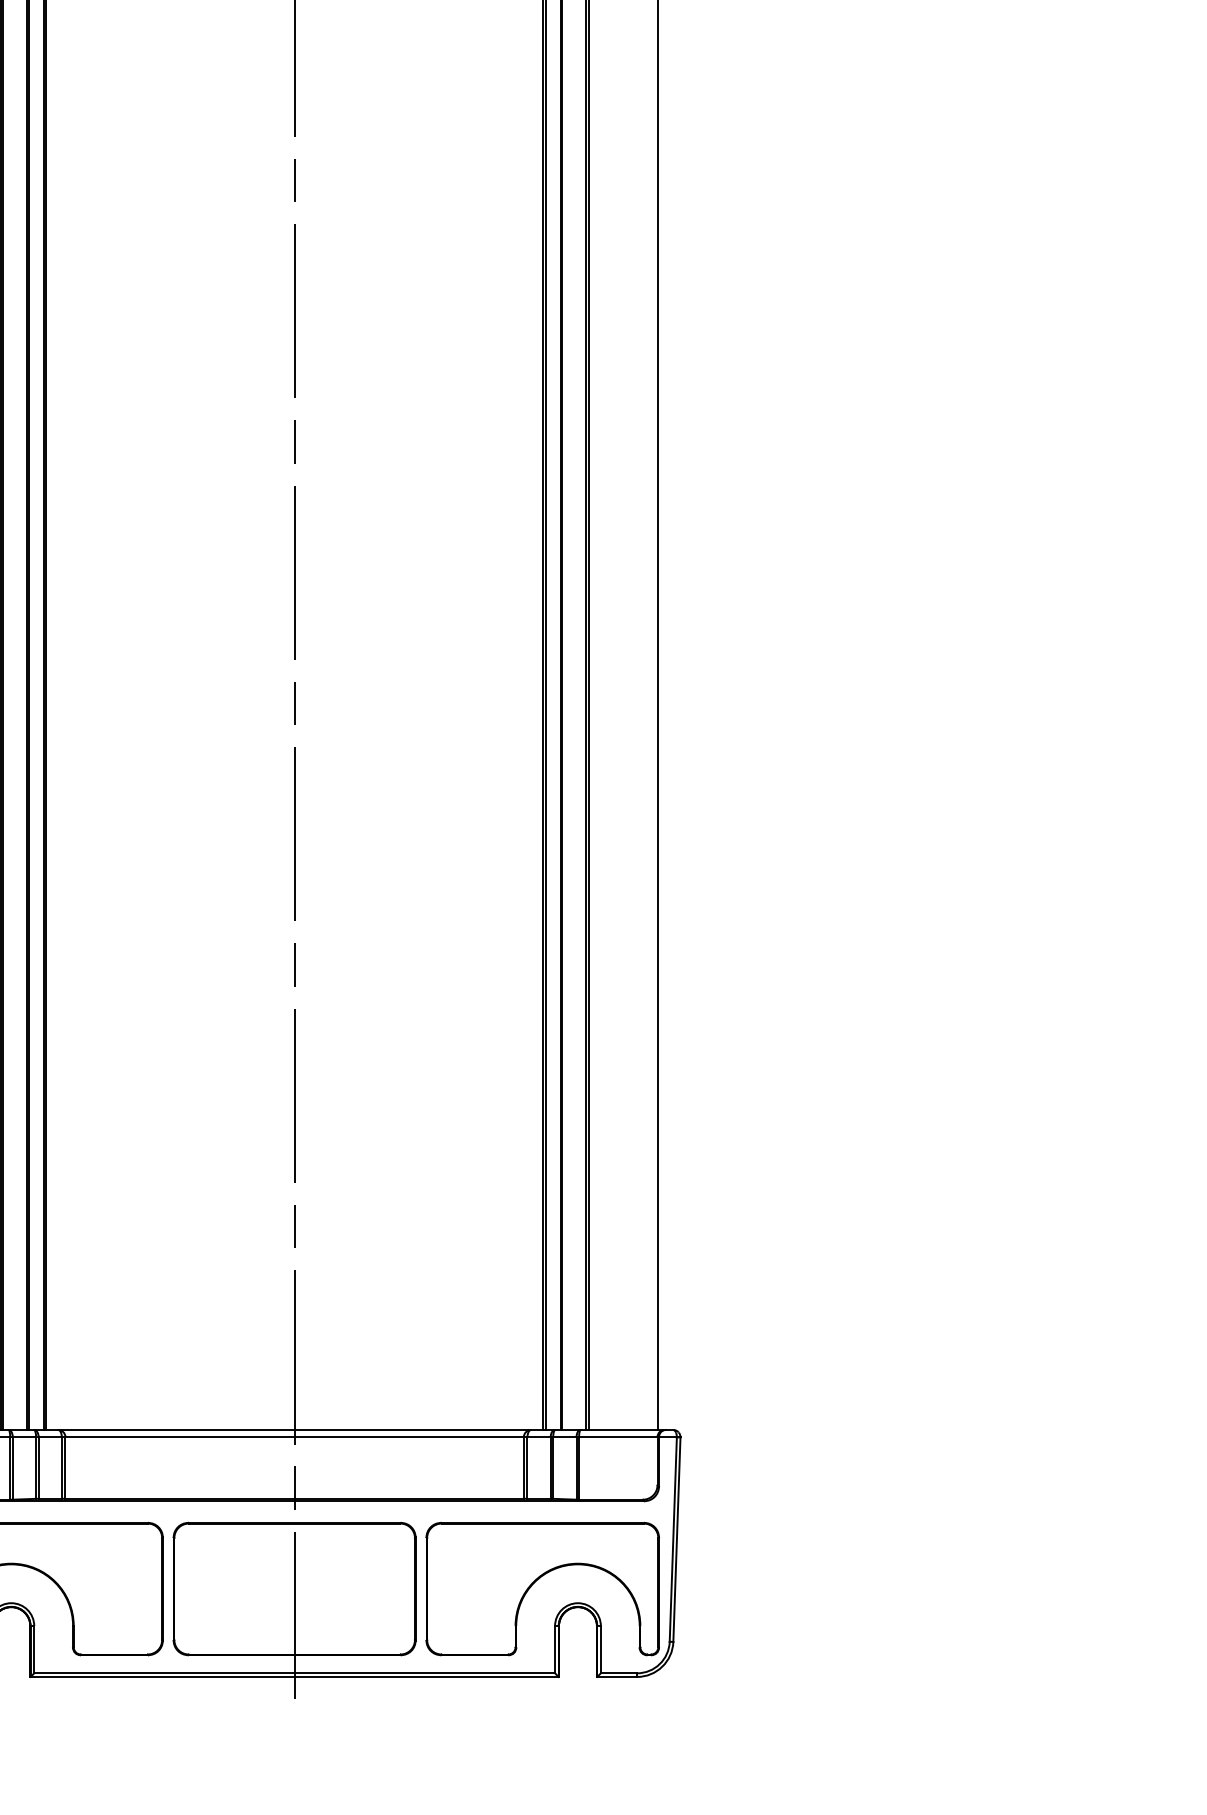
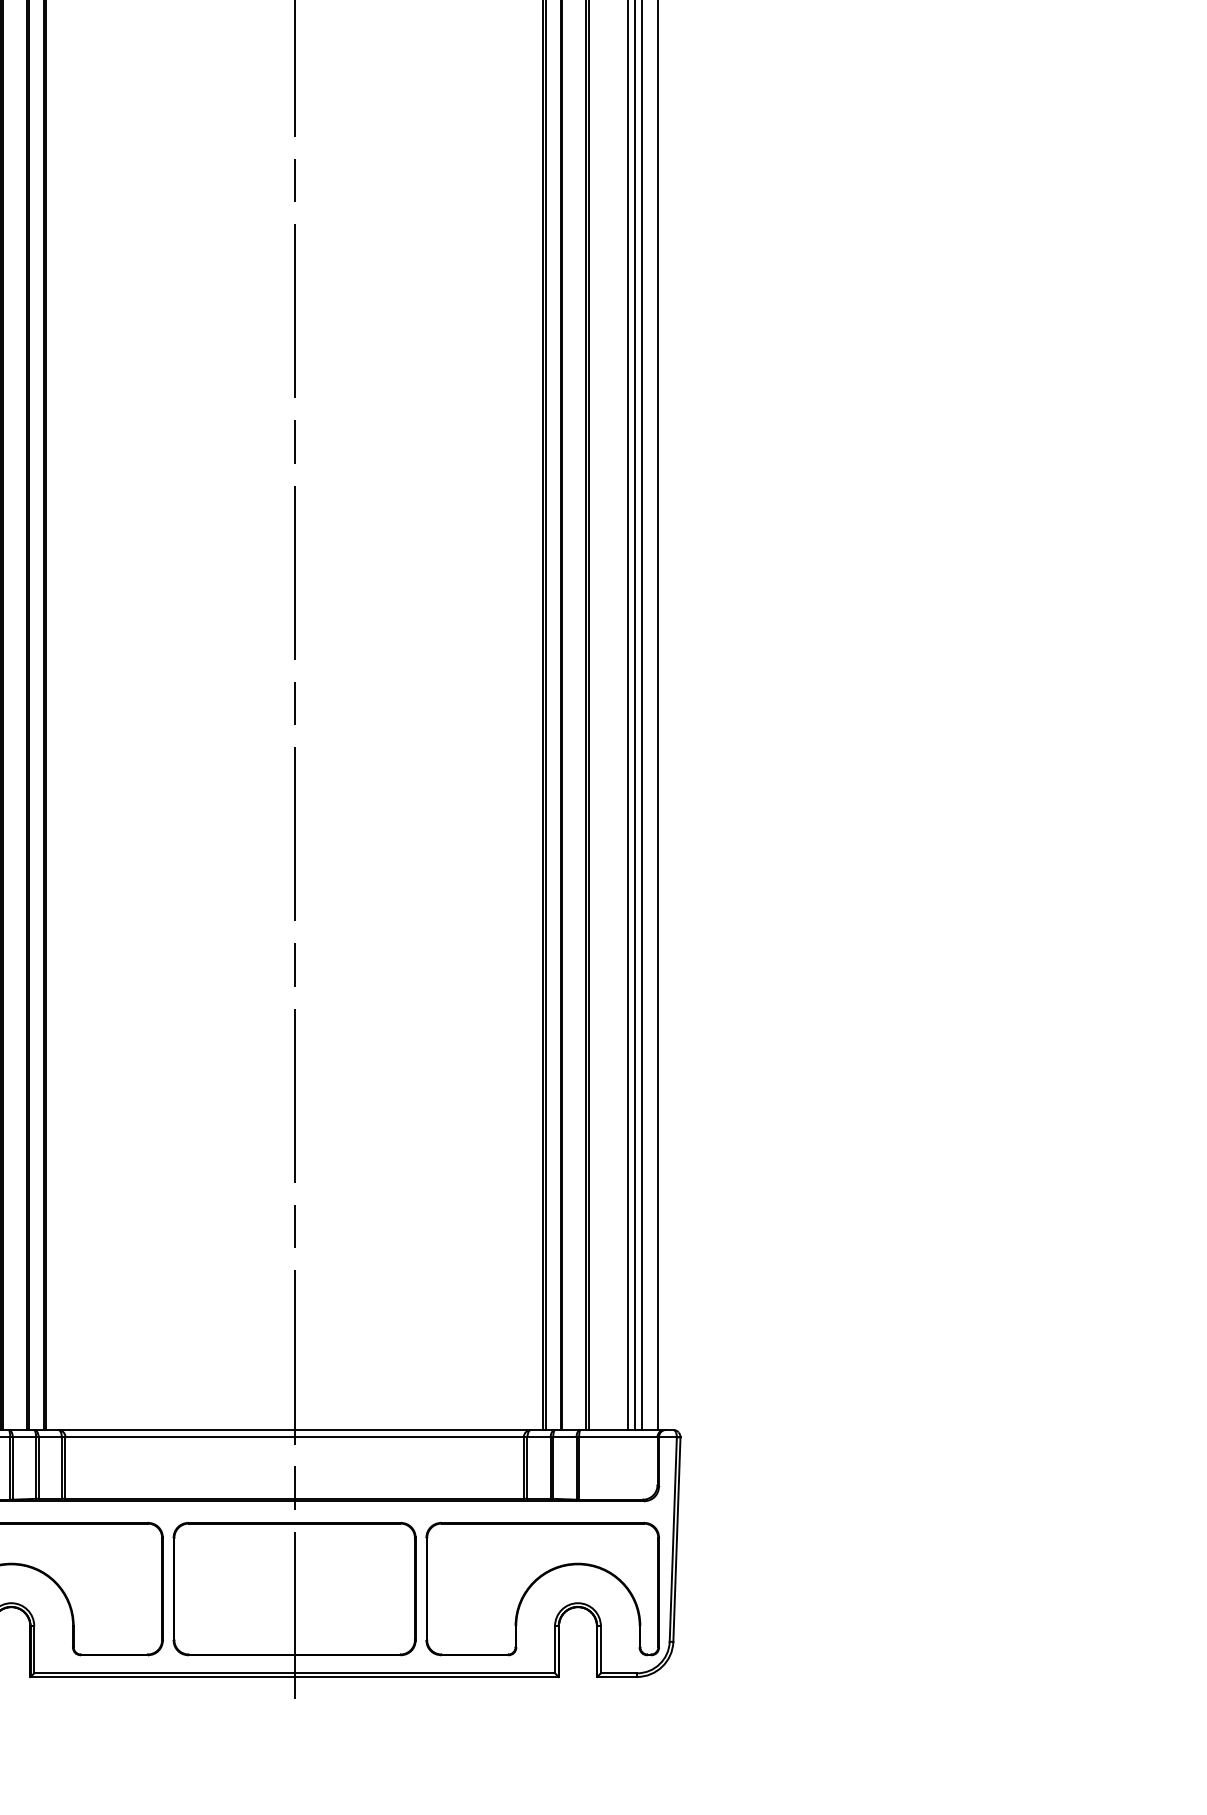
line at (628, 715): none -> present
line at (634, 715): none -> present
line at (641, 715): none -> present
